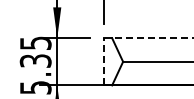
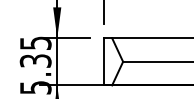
line at (152, 38): dashed -> solid
line at (103, 61): dashed -> solid
